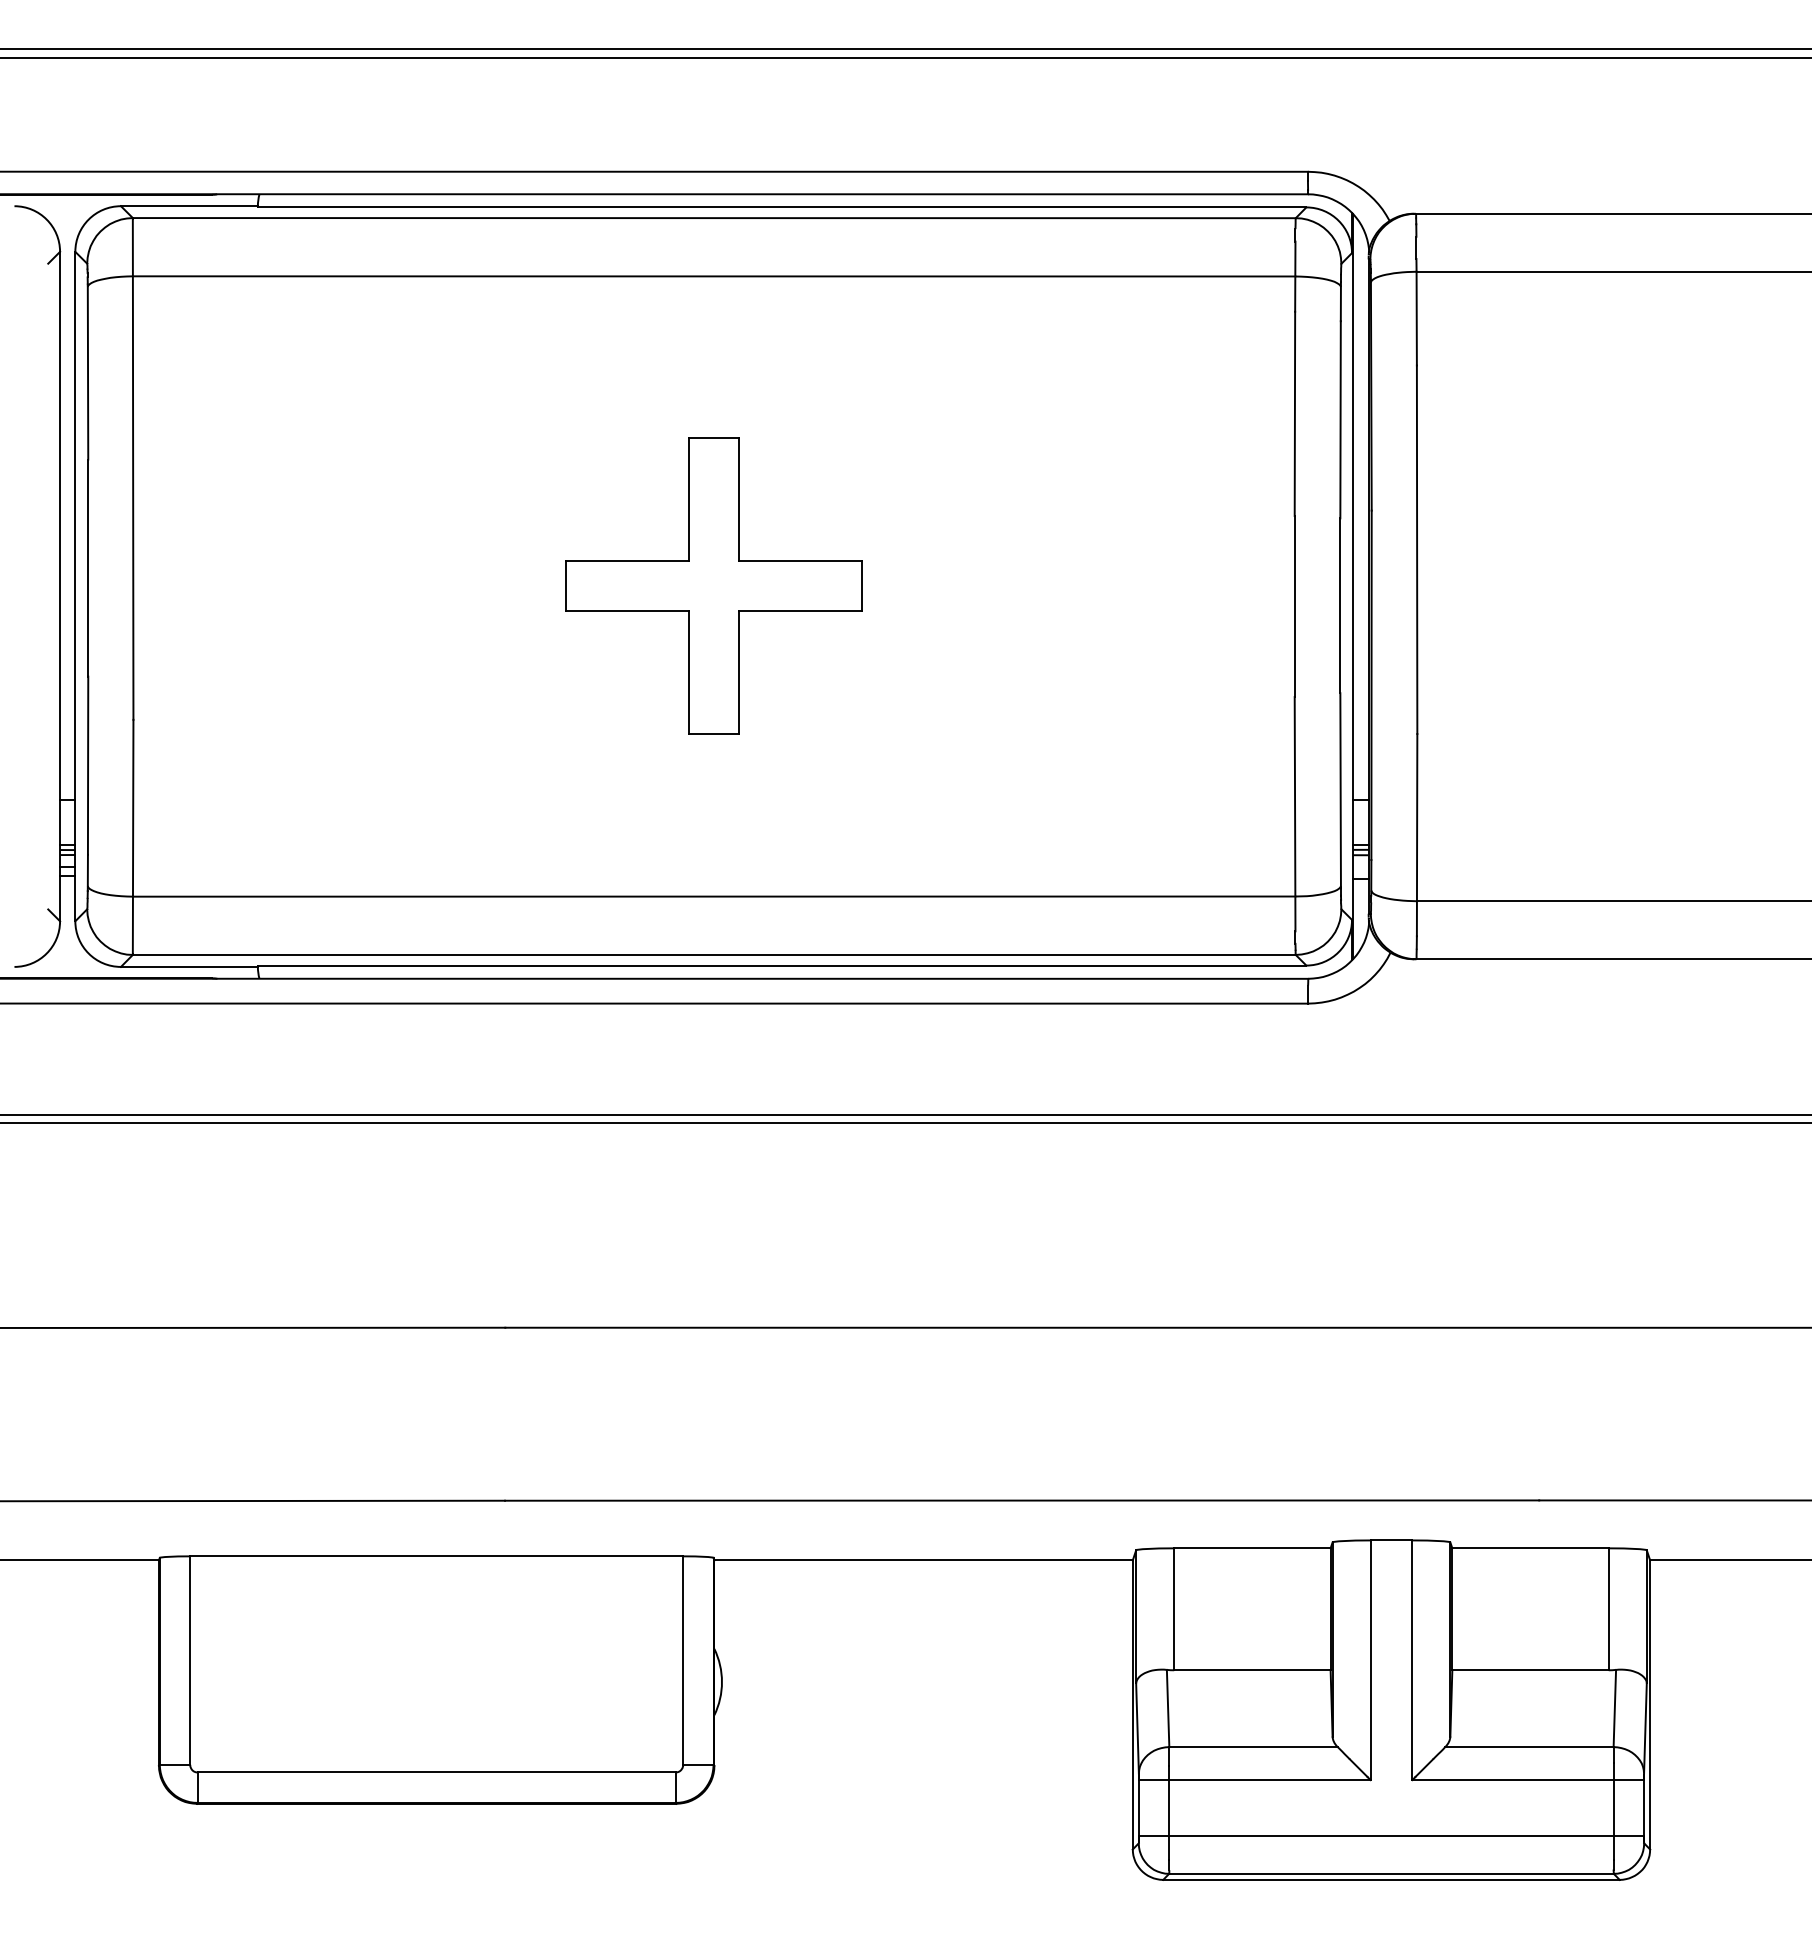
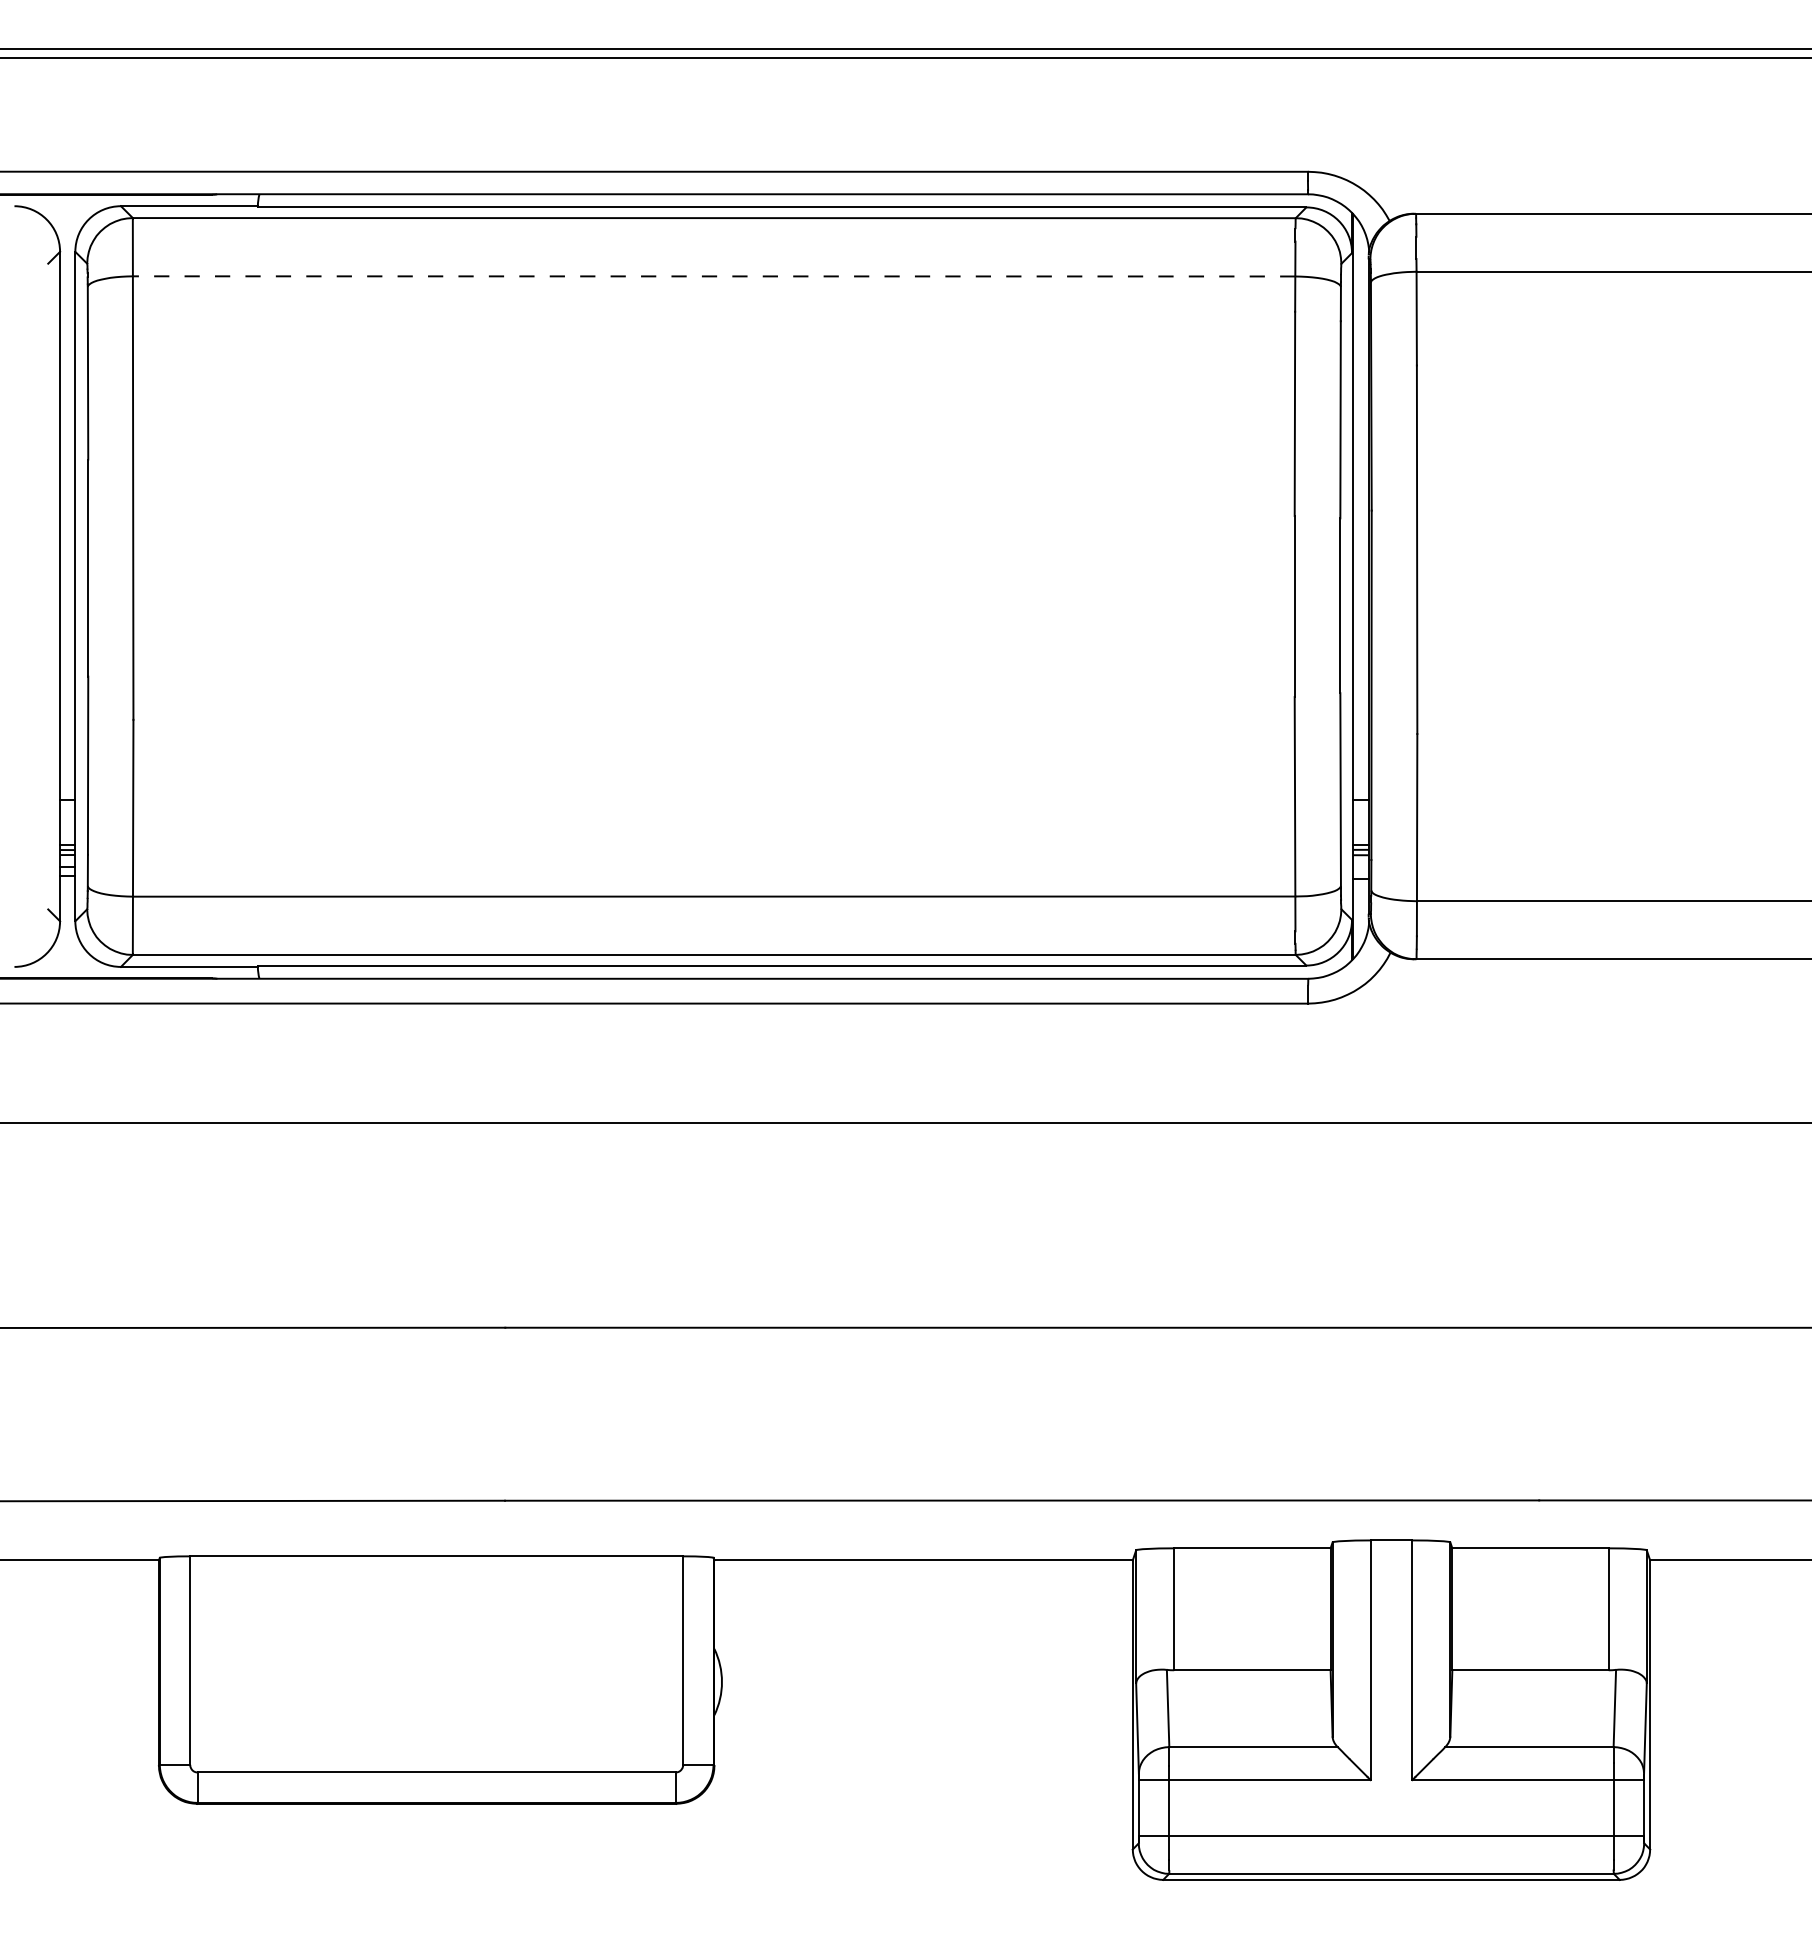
line at (713, 276): solid -> dashed
part at (713, 585): present -> none
line at (905, 1114): present -> none
